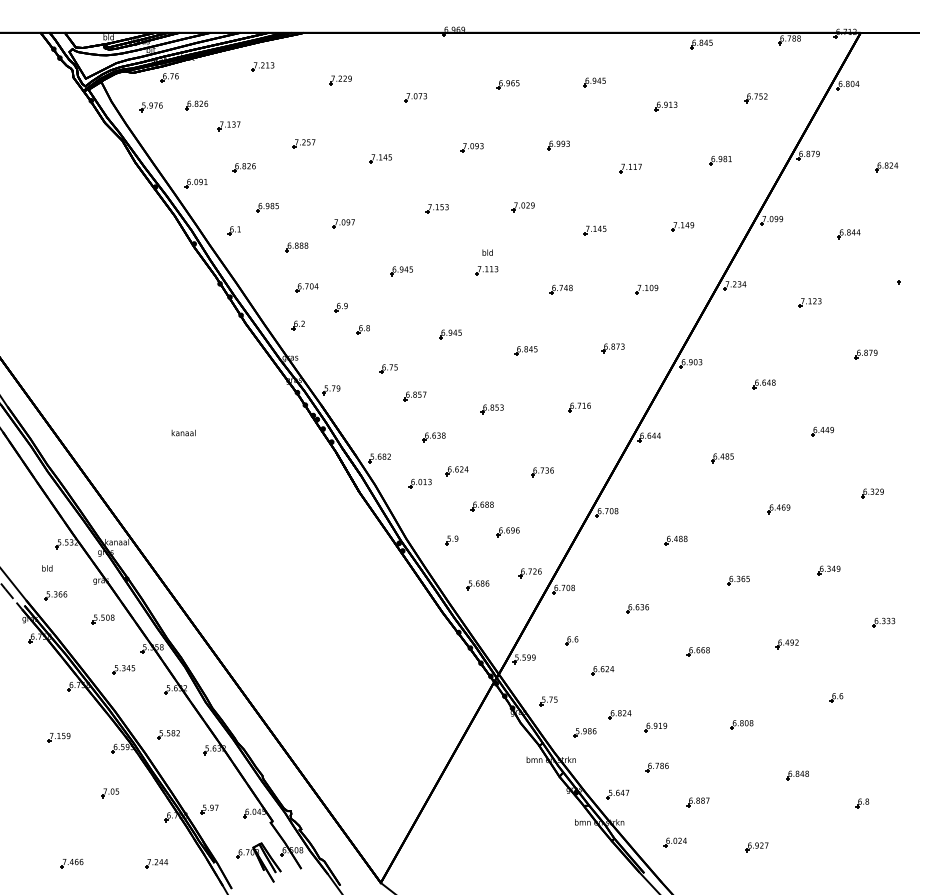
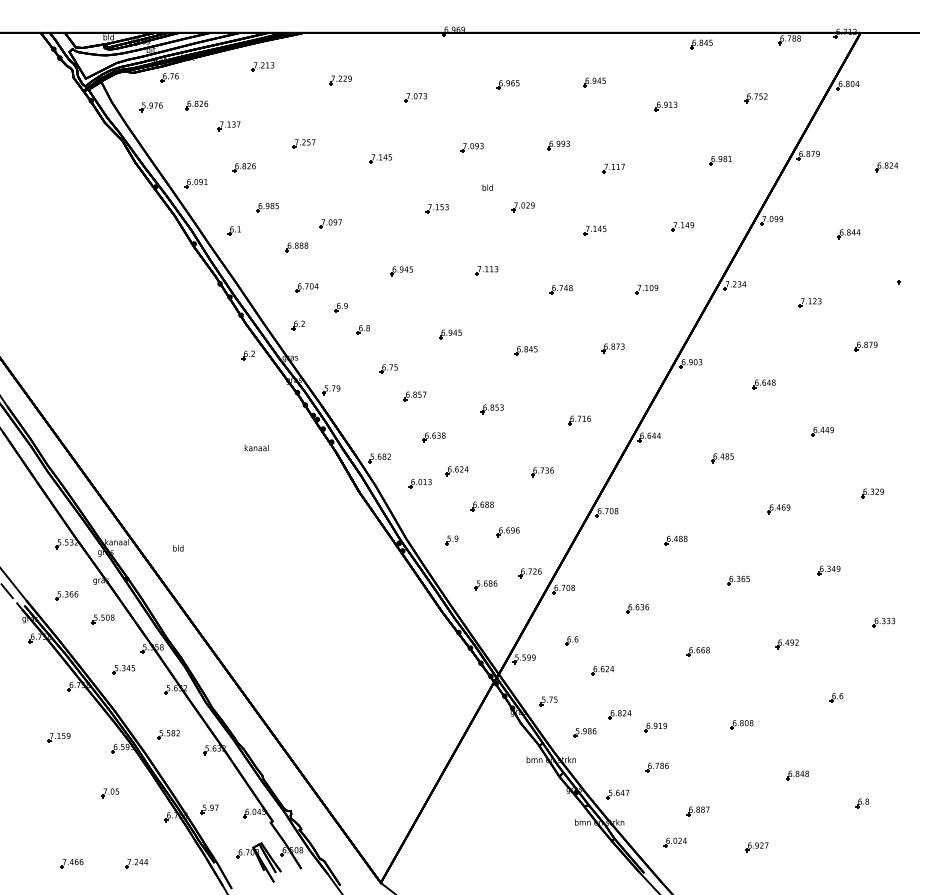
part at (630, 168) position: (630, 168) -> (613, 168)
part at (343, 223) position: (343, 223) -> (330, 223)
text at (487, 252) position: (487, 252) -> (487, 187)
part at (865, 354) position: (865, 354) -> (865, 346)
part at (247, 355): none -> present
part at (579, 407) position: (579, 407) -> (579, 420)
text at (183, 432) position: (183, 432) -> (256, 447)
text at (47, 568) position: (47, 568) -> (178, 548)
part at (477, 585) position: (477, 585) -> (485, 585)
part at (55, 595) position: (55, 595) -> (66, 595)
part at (697, 802) position: (697, 802) -> (697, 811)
part at (156, 863) position: (156, 863) -> (136, 863)
